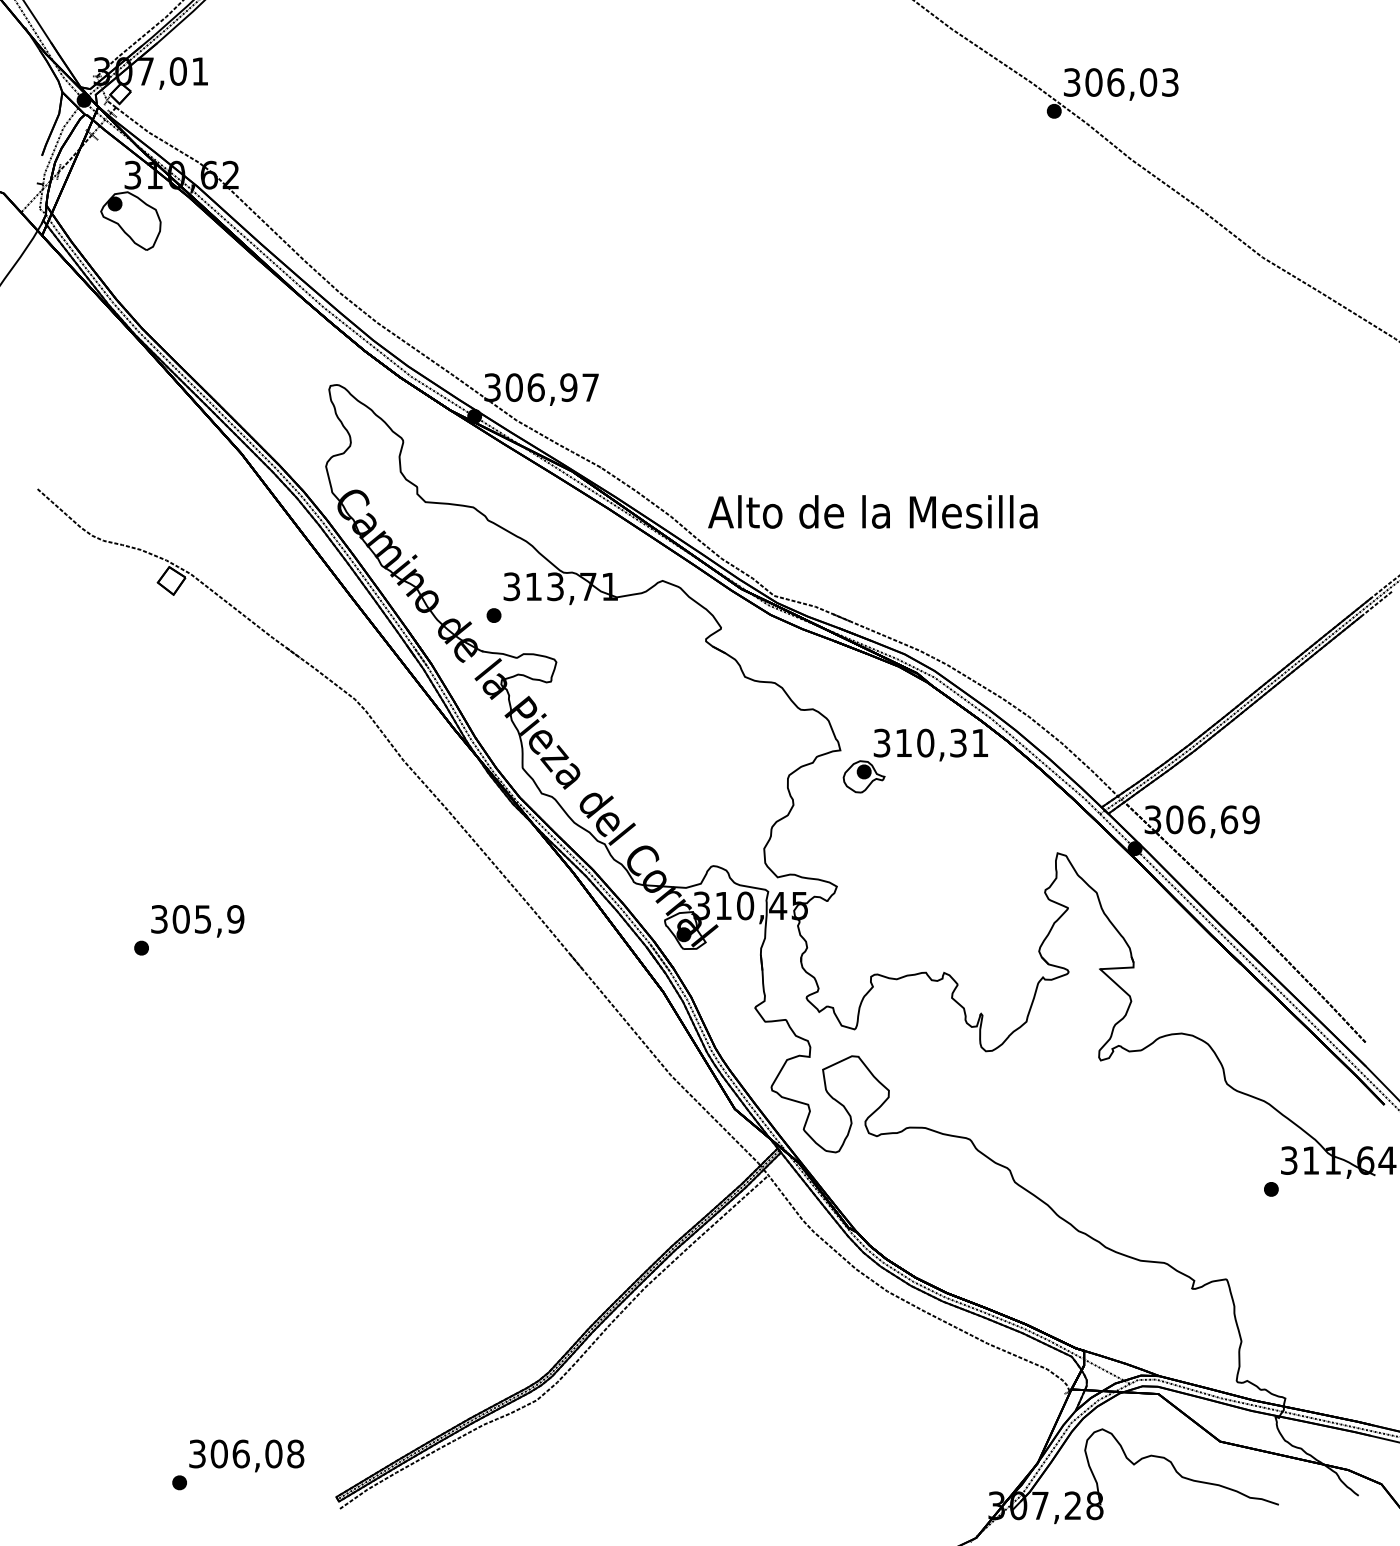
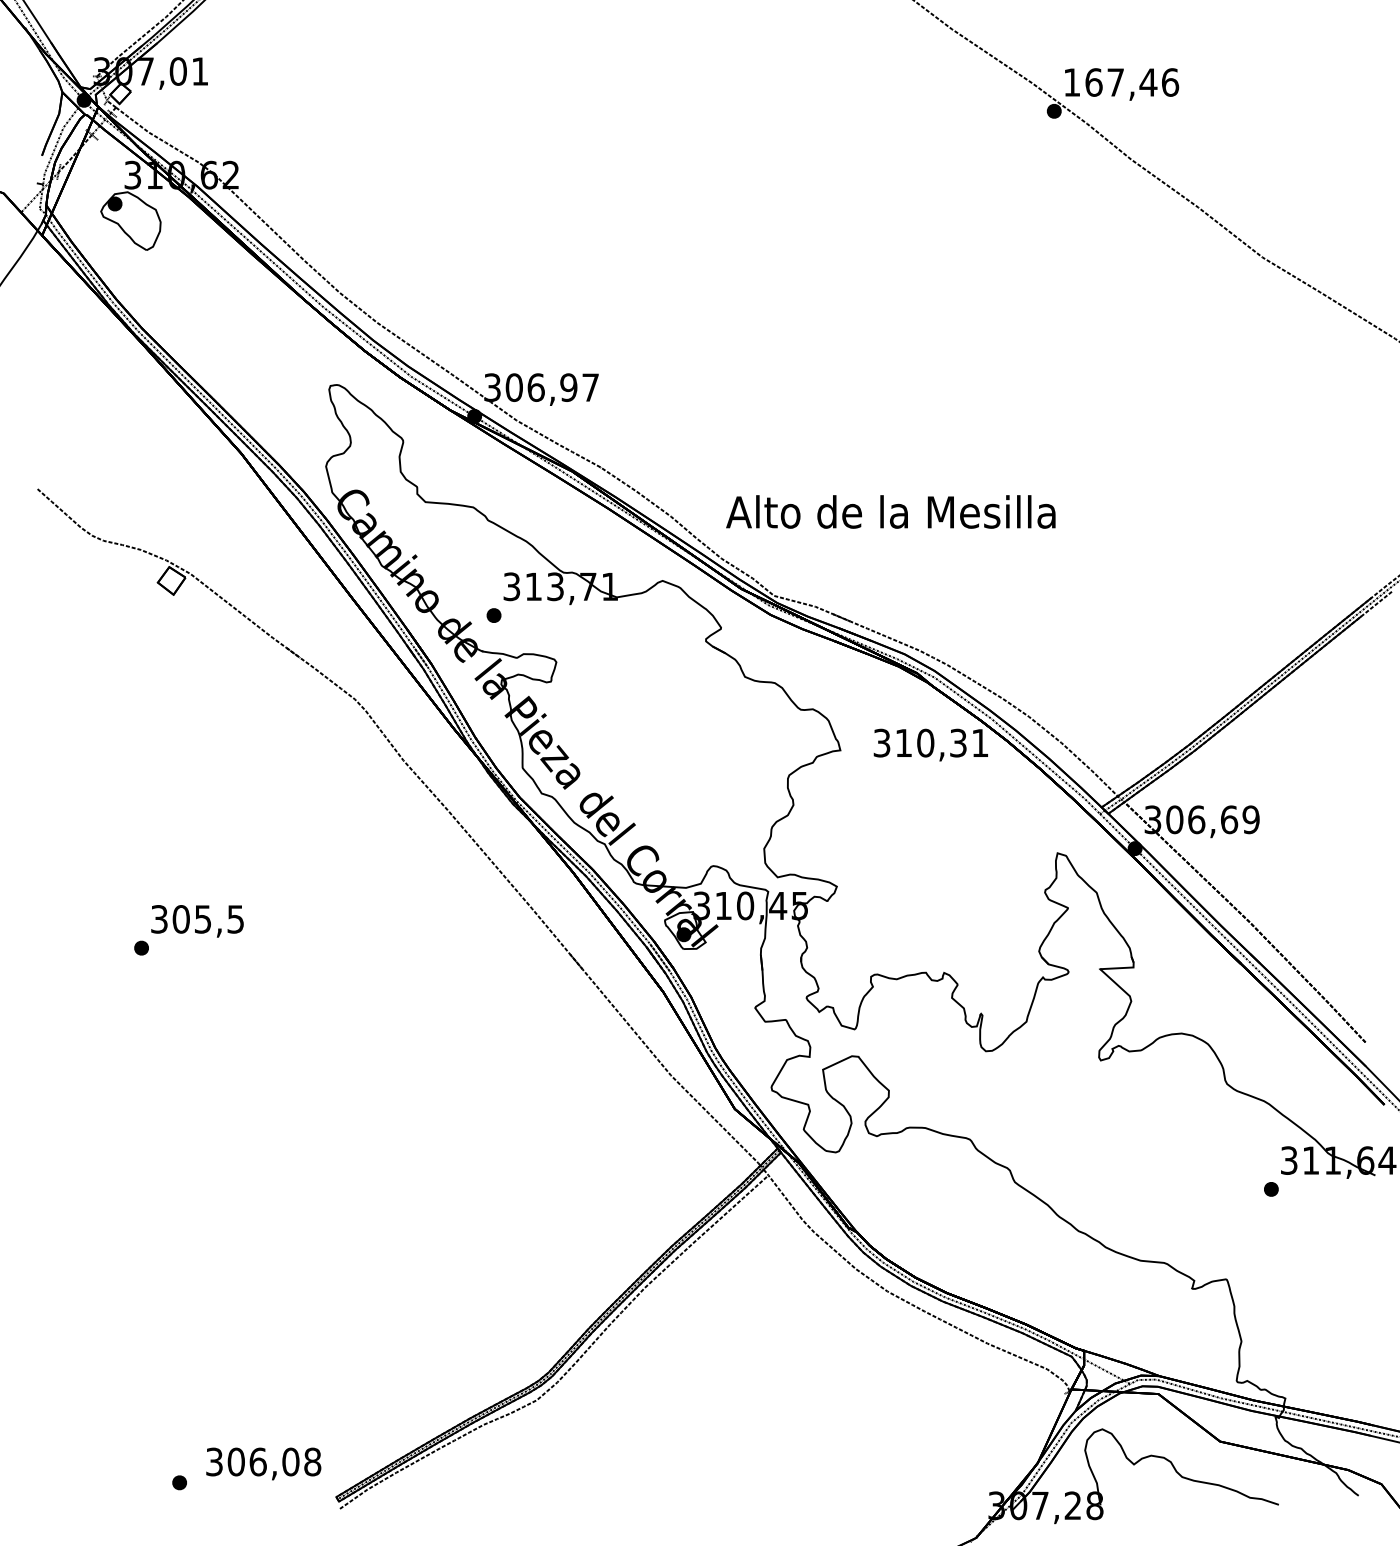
text at (1121, 82): 306,03 -> 167,46
text at (872, 511) position: (872, 511) -> (890, 511)
part at (863, 776): present -> none
text at (235, 919): 305,9 -> 305,5
text at (246, 1455) position: (246, 1455) -> (263, 1463)
